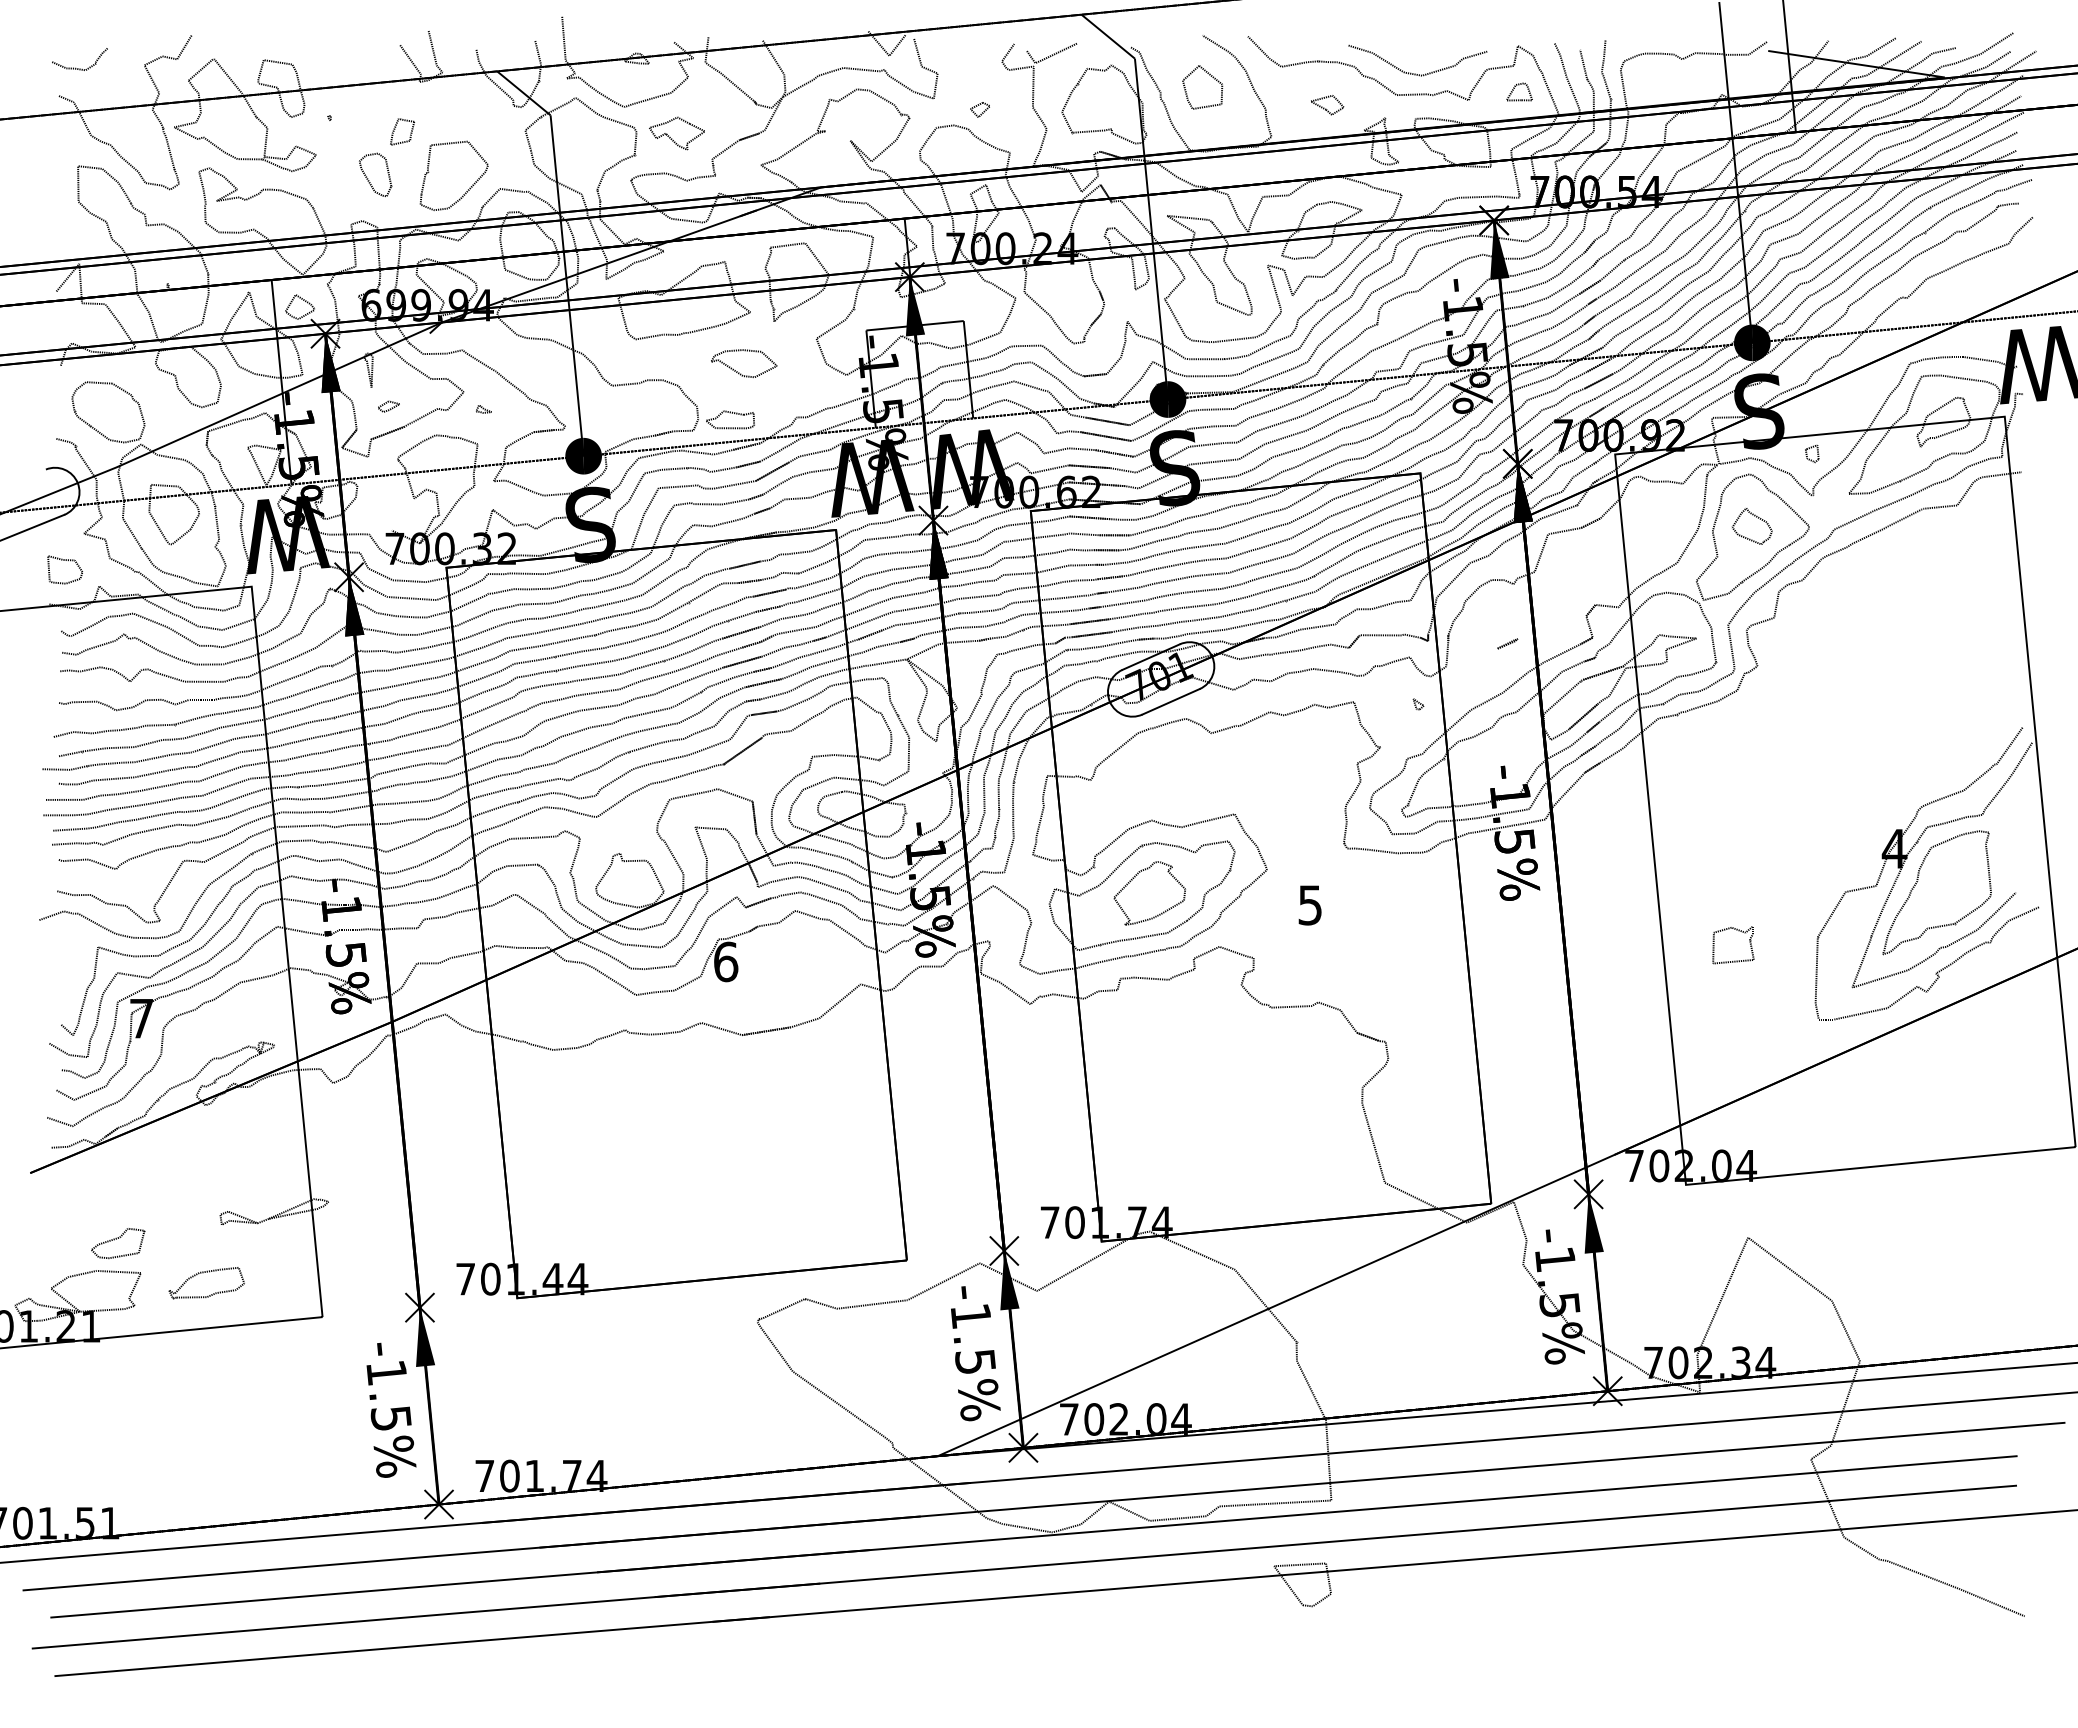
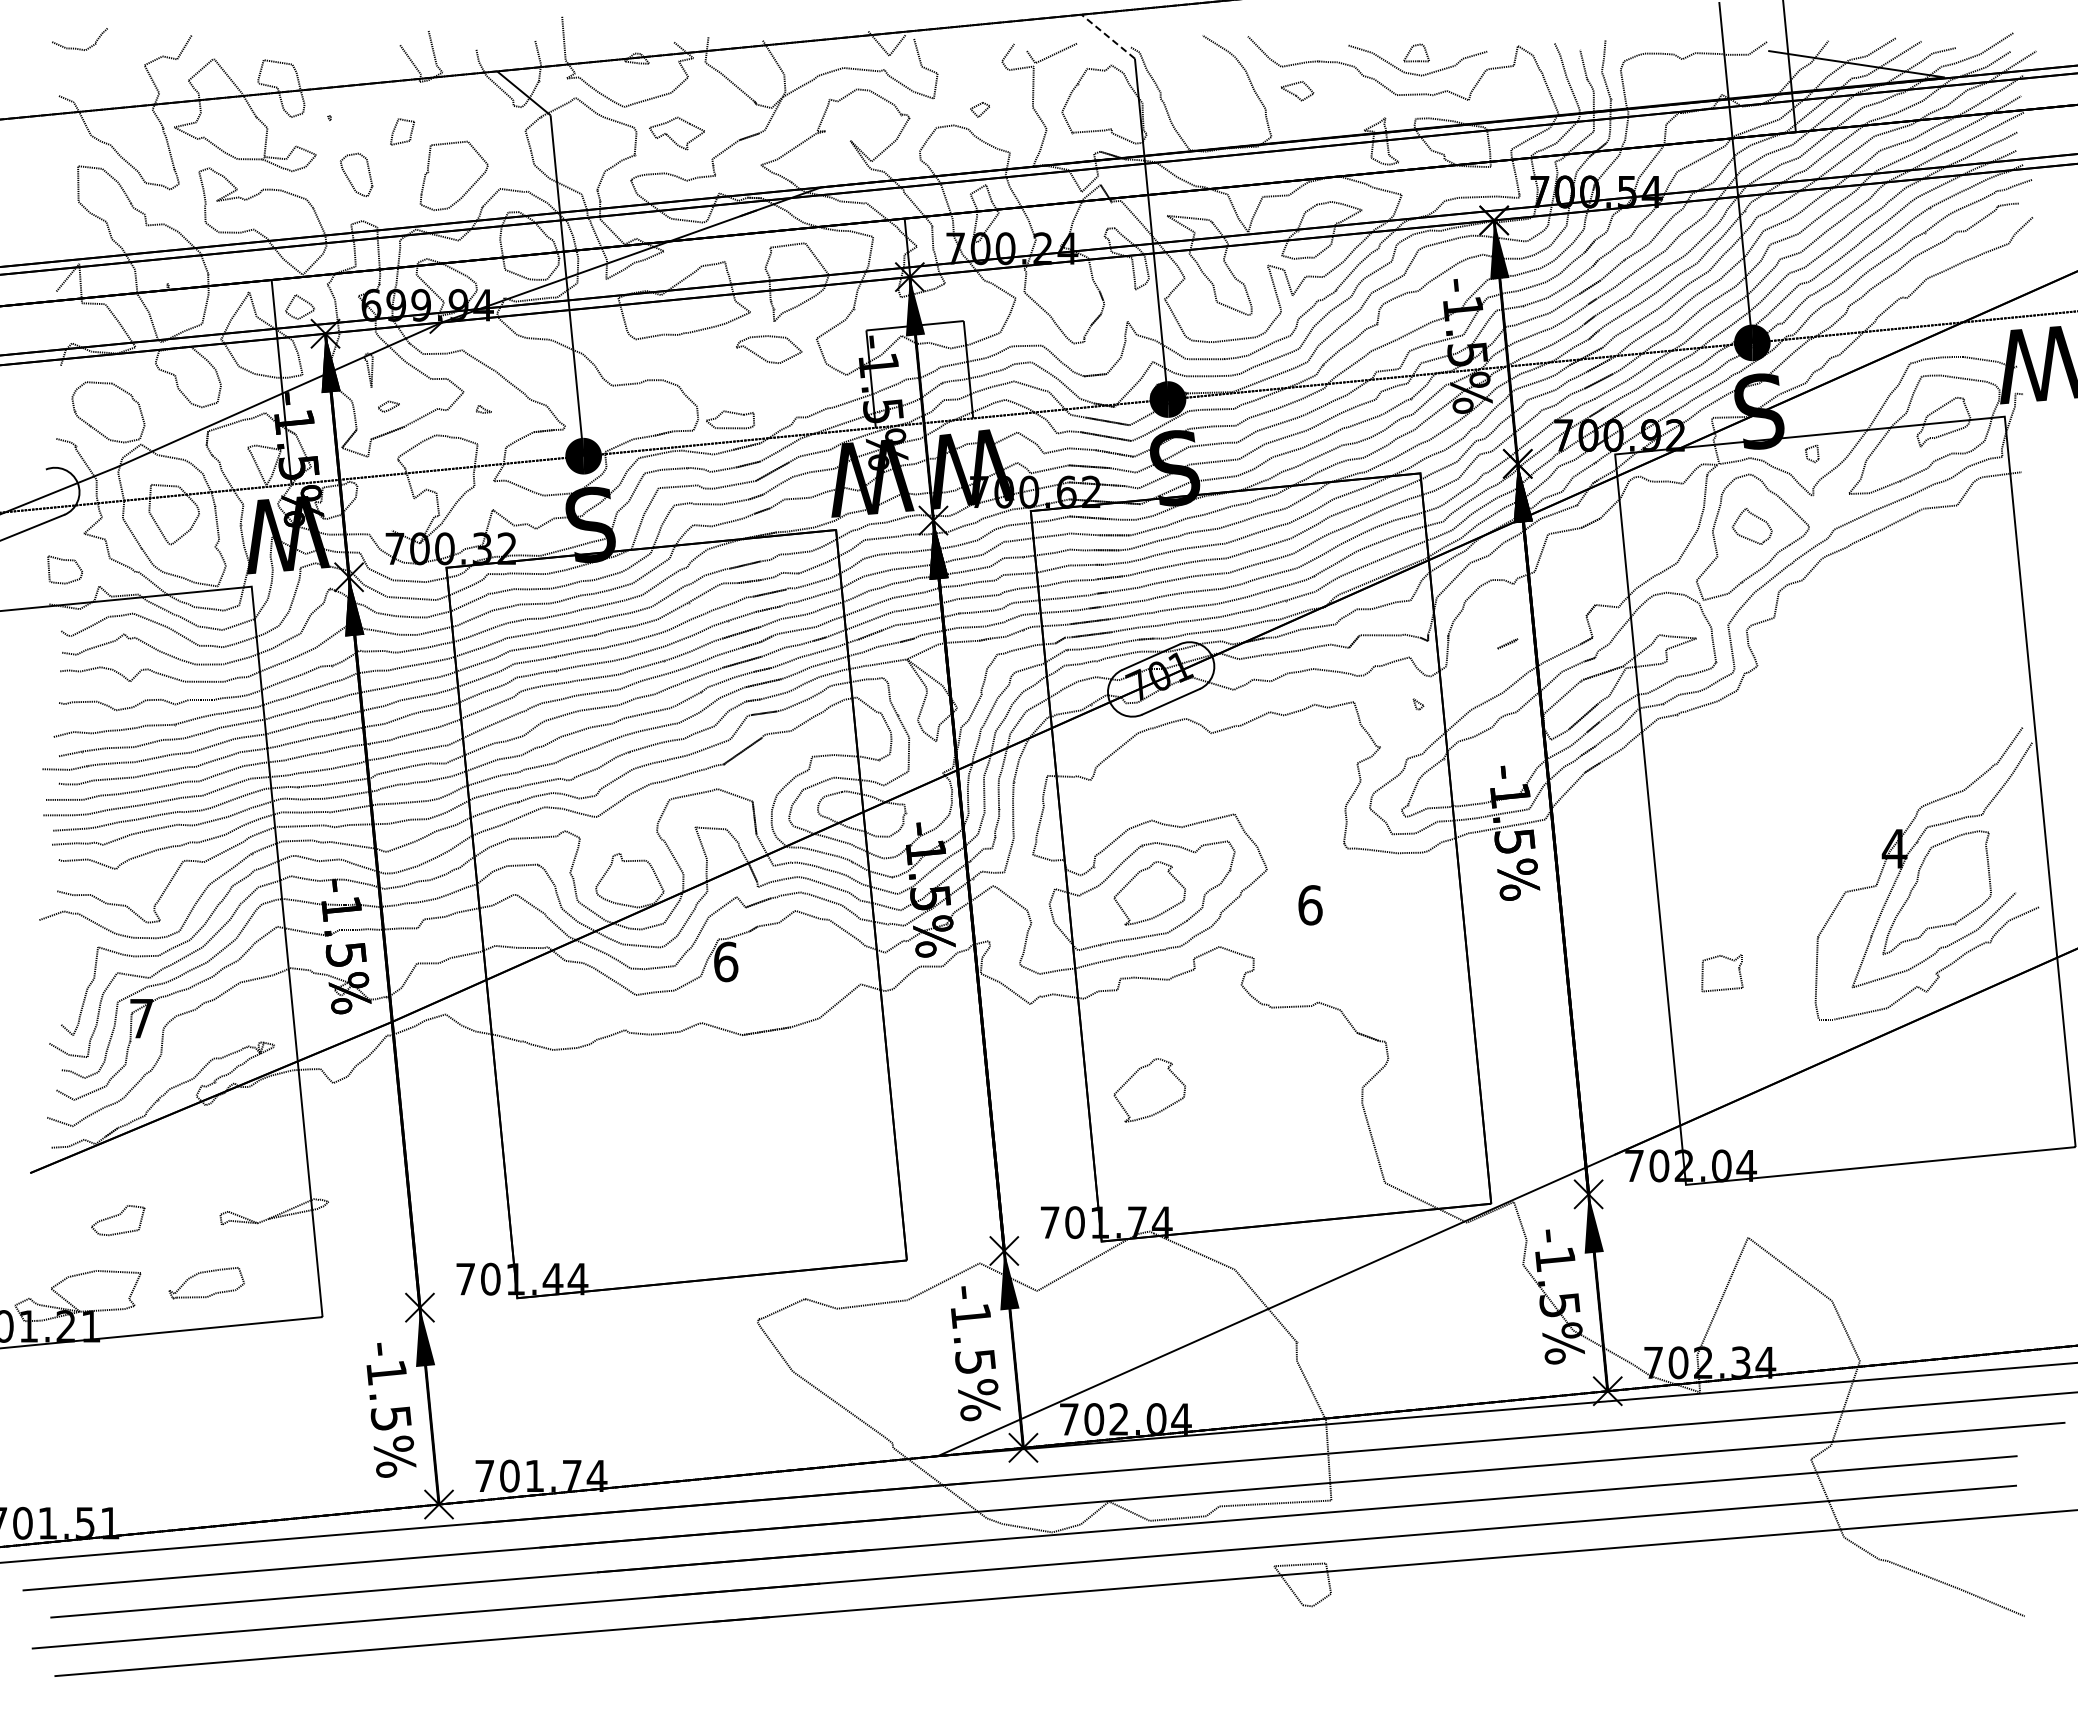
line at (1108, 36): solid -> dashed
curve at (75, 67) position: (75, 67) -> (75, 47)
part at (1210, 76): present -> none
part at (1519, 91) position: (1519, 91) -> (1416, 52)
part at (1327, 105) position: (1327, 105) -> (1297, 91)
part at (368, 178) position: (368, 178) -> (349, 178)
part at (739, 372) position: (739, 372) -> (764, 358)
text at (1310, 905): 5 -> 6
part at (1738, 931) position: (1738, 931) -> (1727, 959)
part at (1134, 1075): none -> present
part at (118, 1243) position: (118, 1243) -> (118, 1220)
